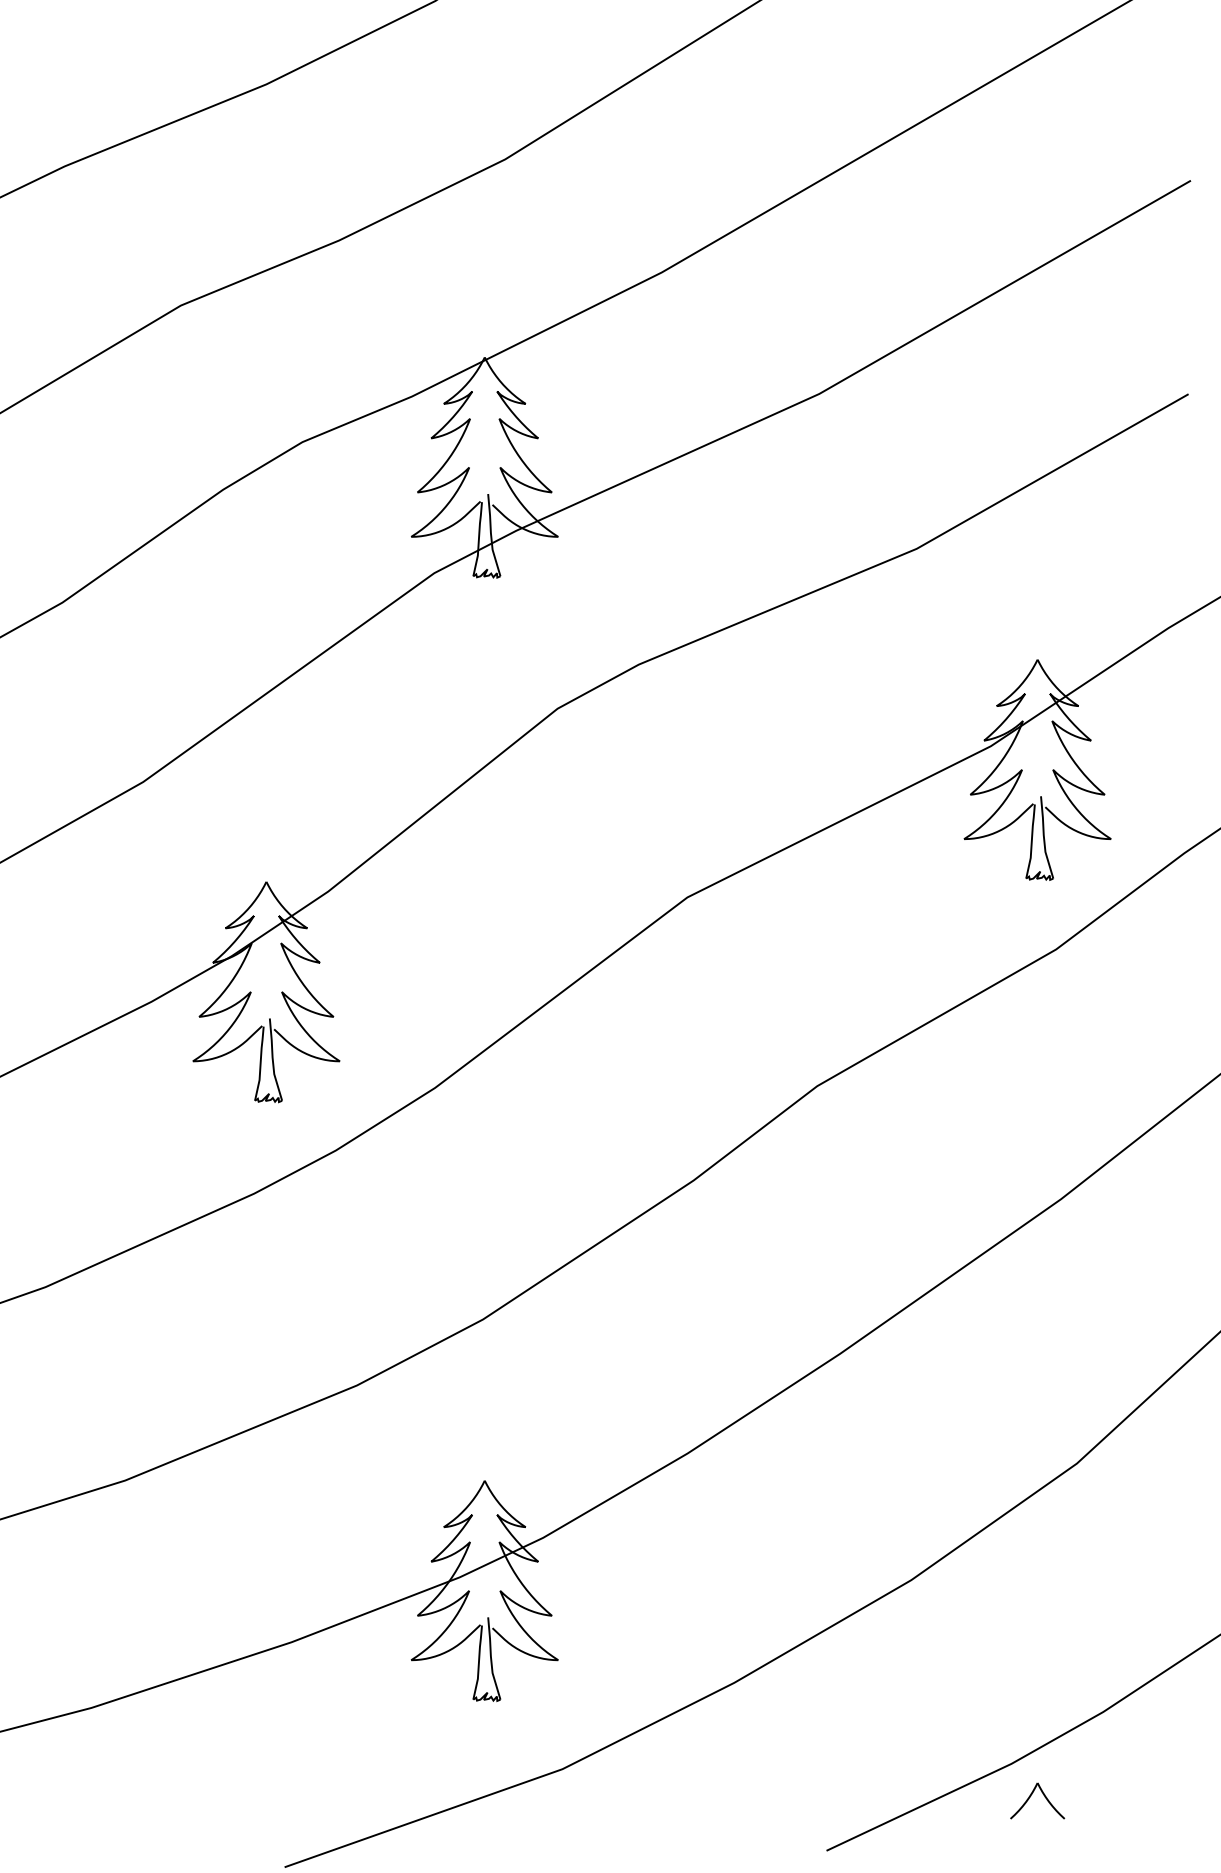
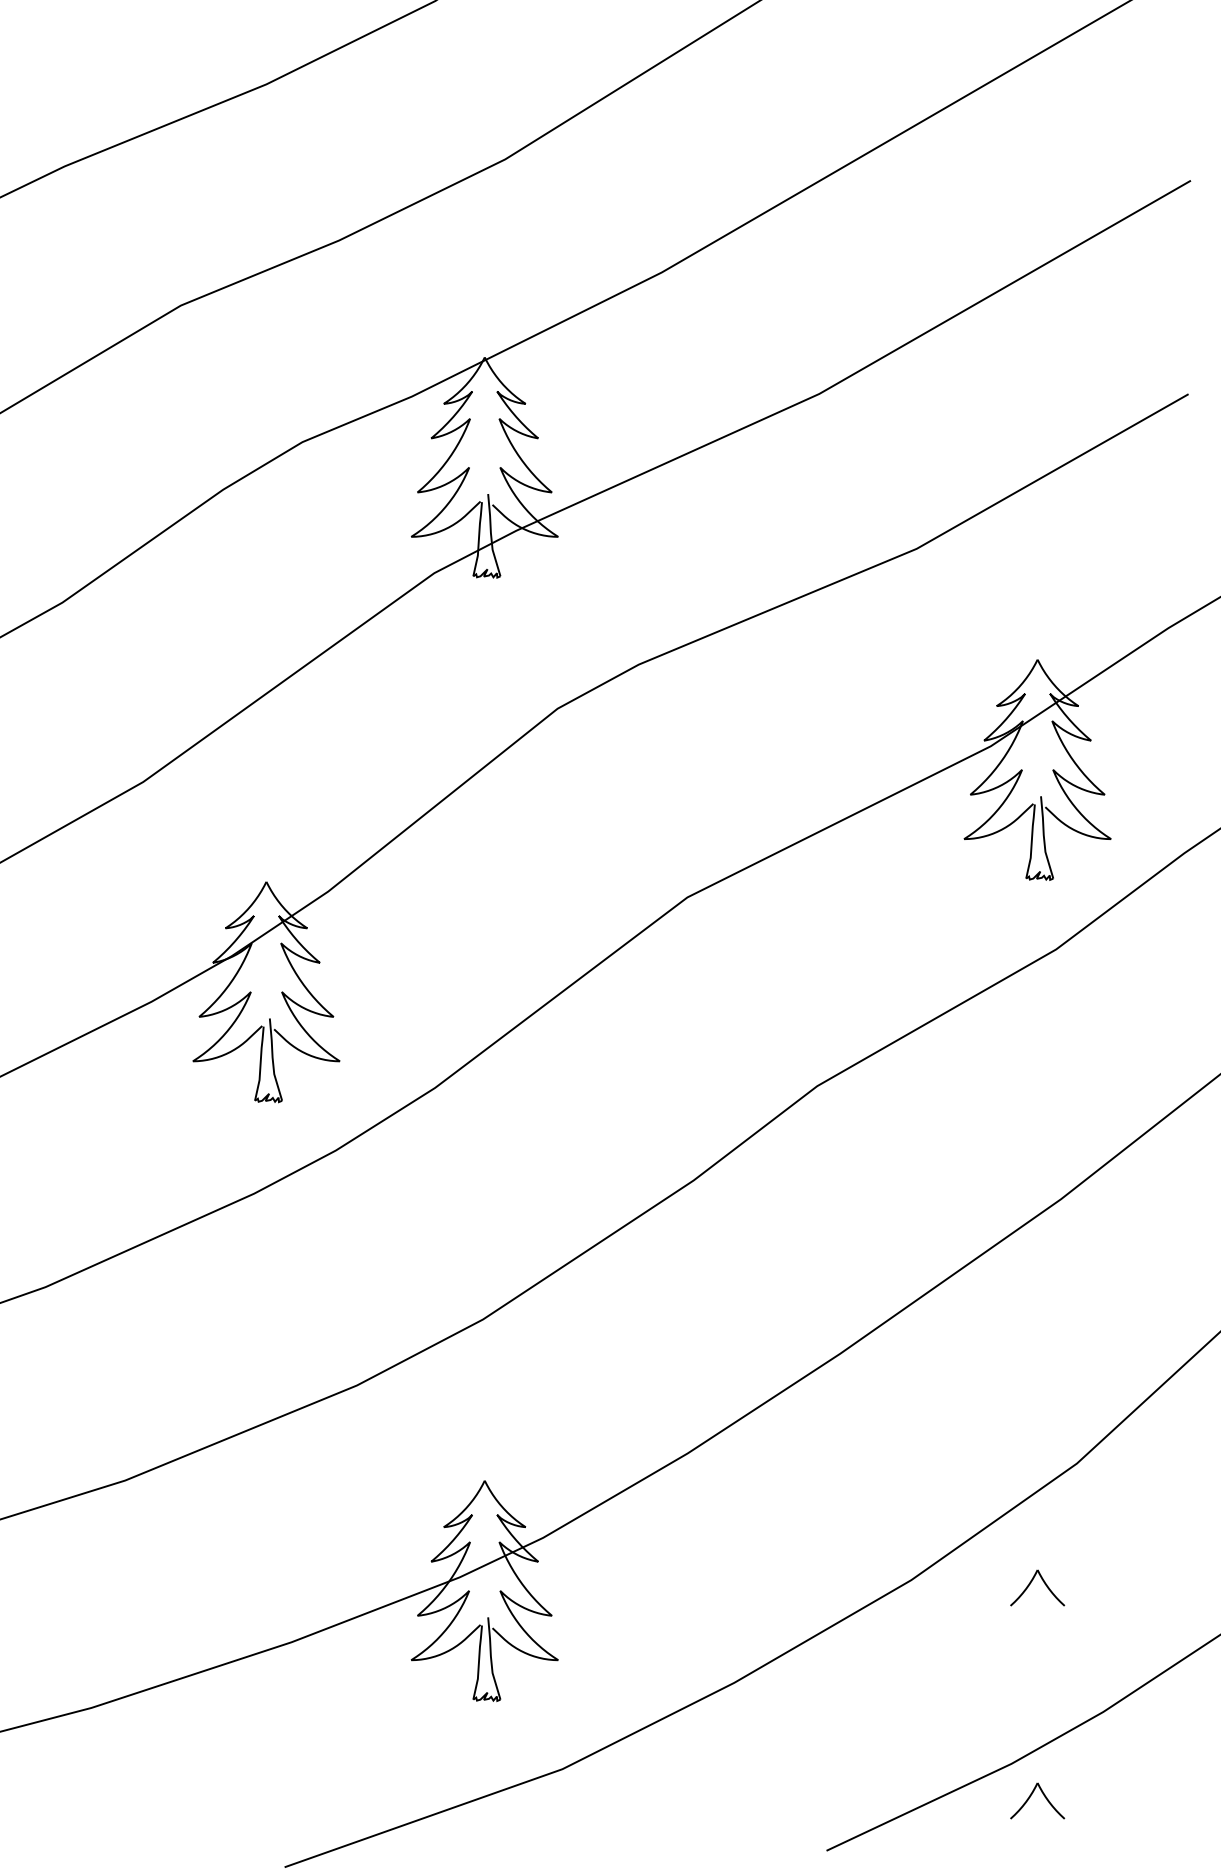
part at (1031, 1583): none -> present
